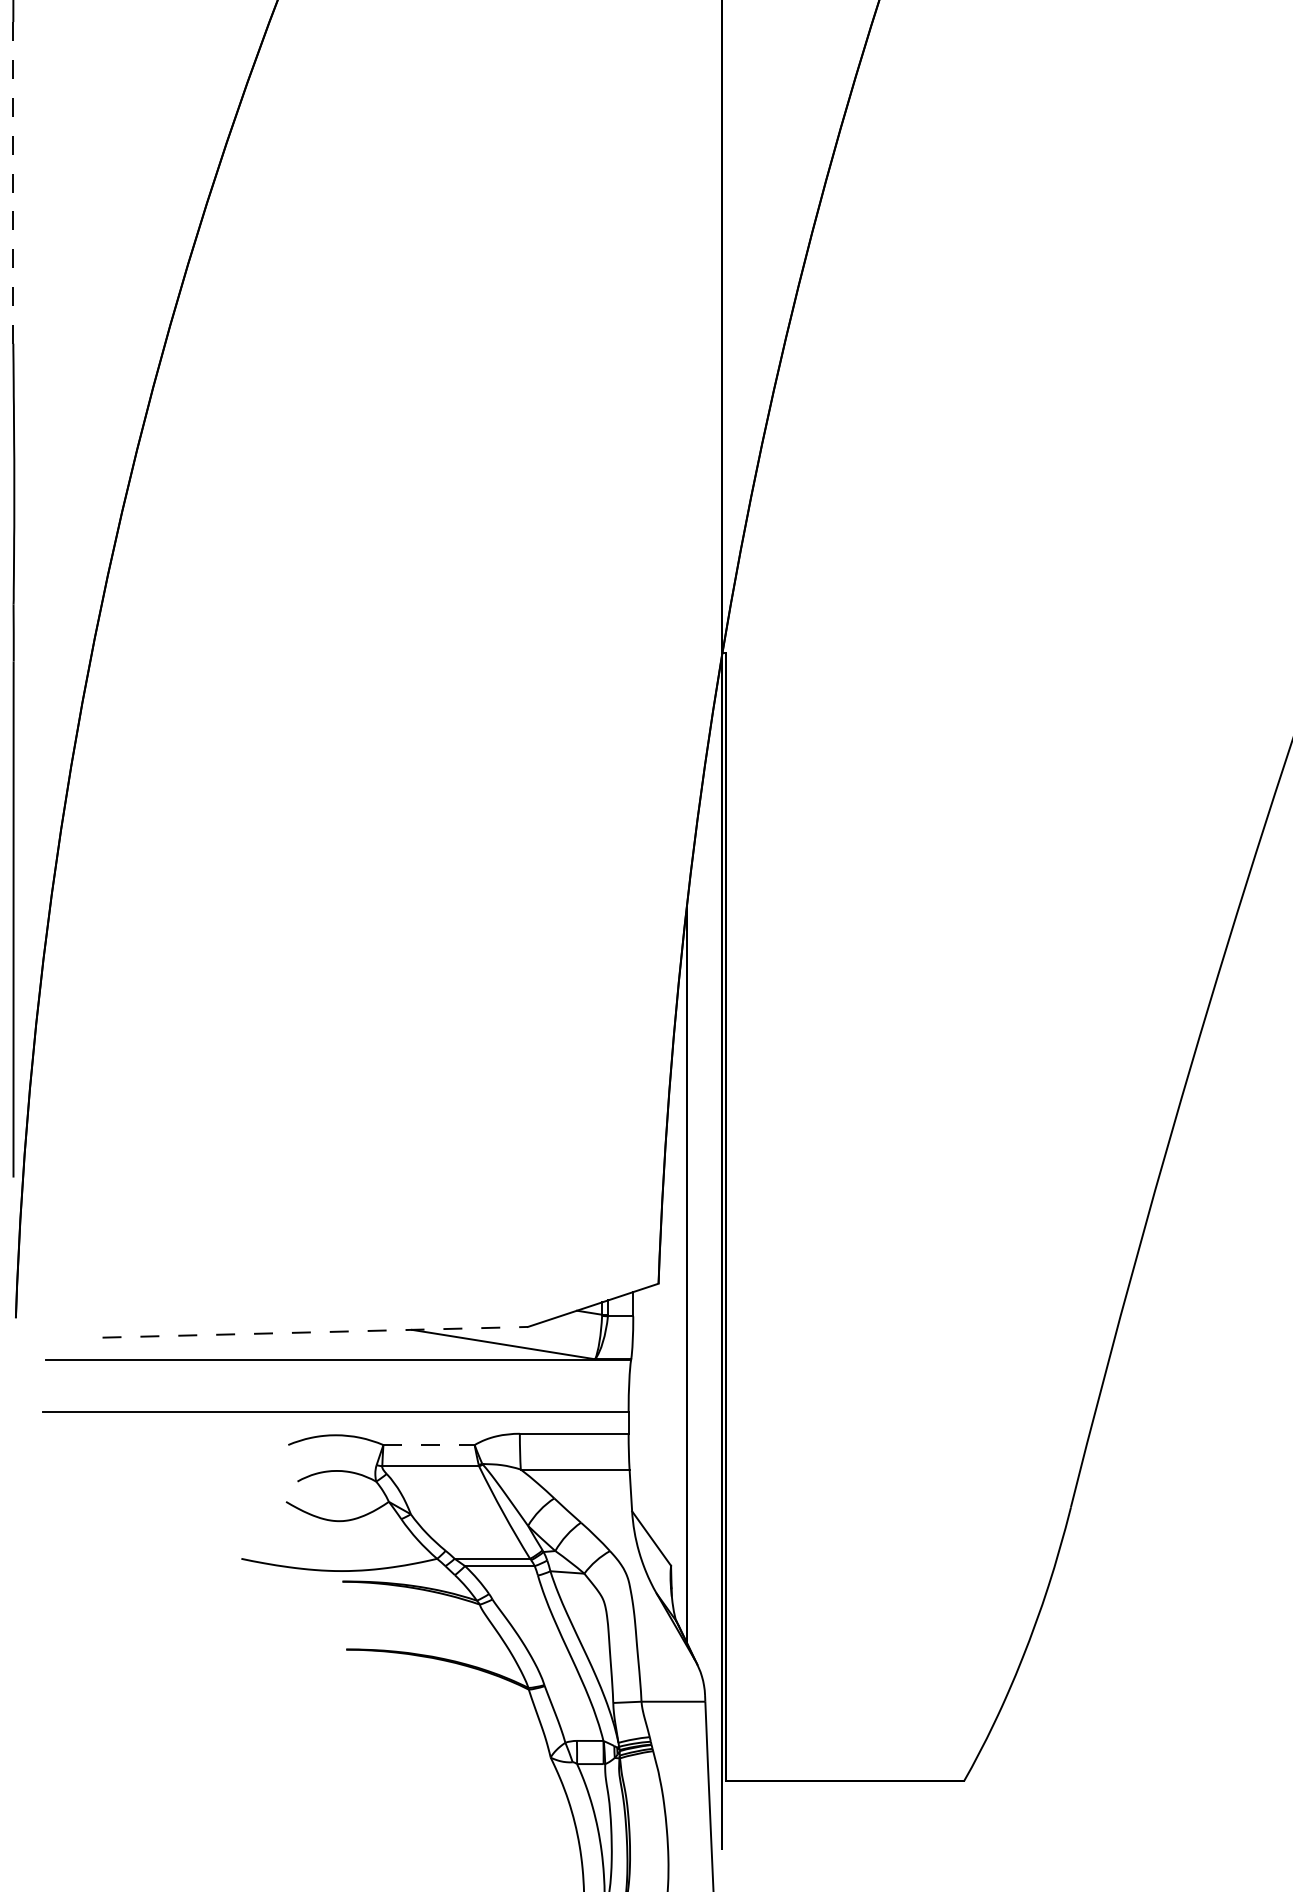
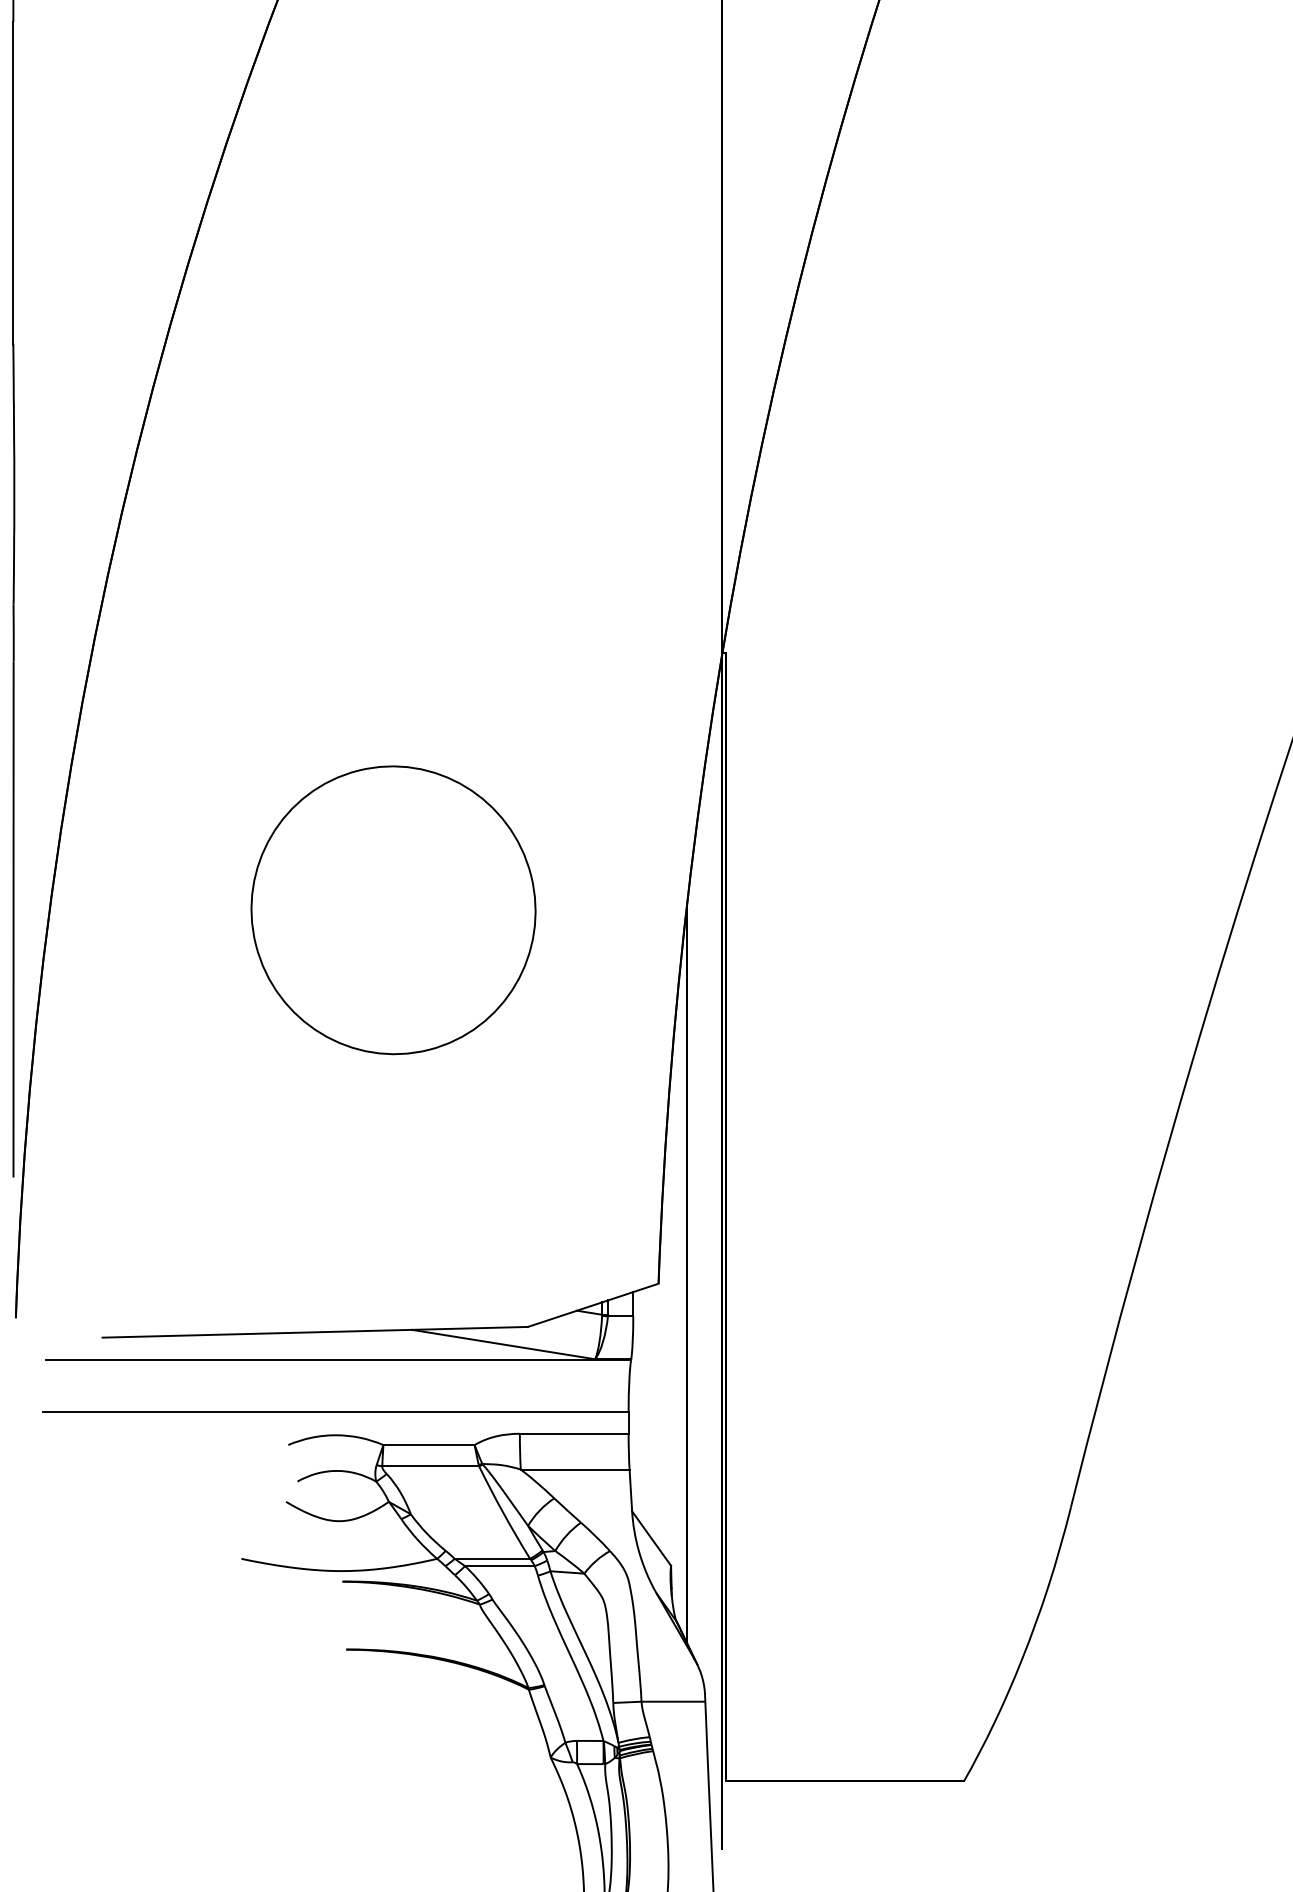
line at (13, 183): dashed -> solid
part at (393, 910): none -> present
line at (315, 1332): dashed -> solid
line at (429, 1445): dashed -> solid
